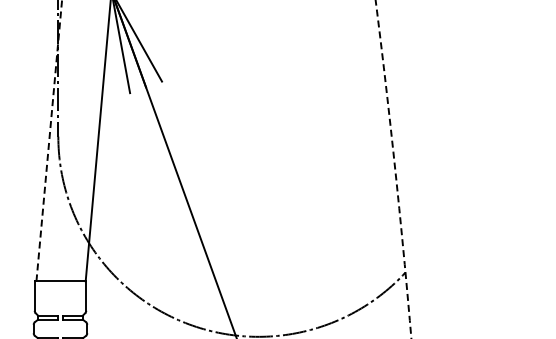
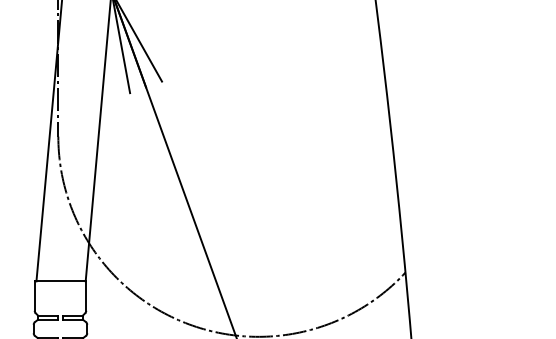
line at (49, 140): dashed -> solid
arc at (395, 169): dashed -> solid
